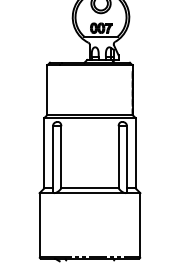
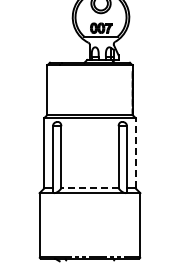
line at (135, 152): solid -> dashed
line at (89, 188): solid -> dashed
